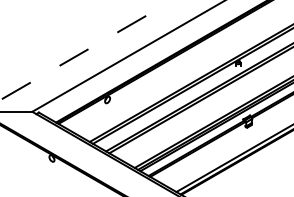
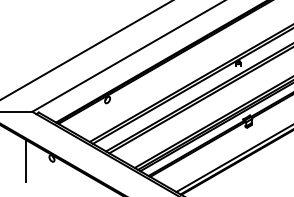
line at (86, 50): dashed -> solid
line at (25, 160): none -> present
